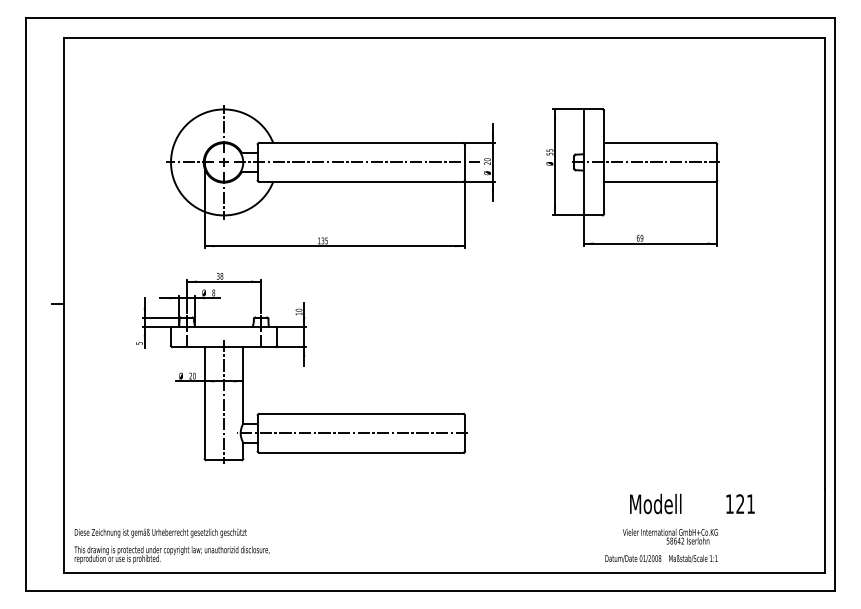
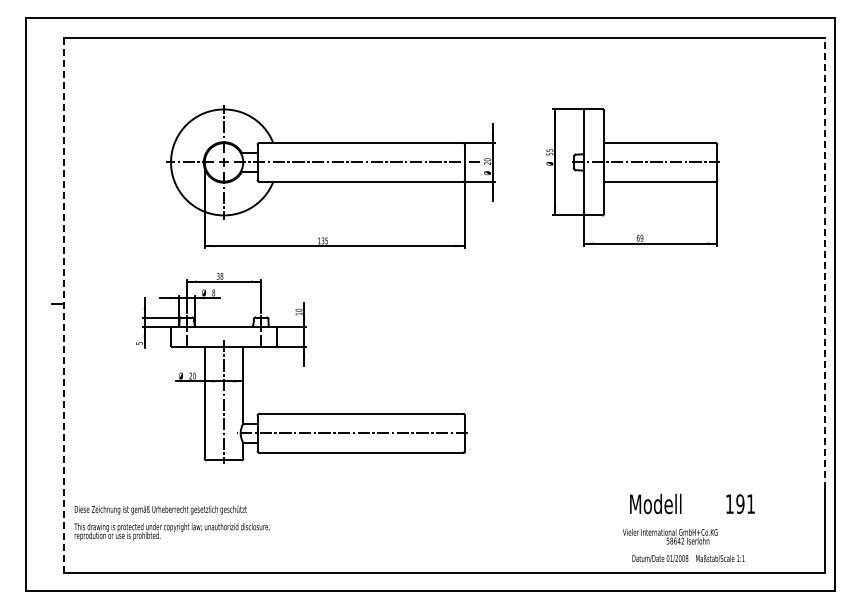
line at (824, 263): solid -> dashed
line at (64, 305): solid -> dashed
text at (740, 504): 121 -> 191
text at (171, 545) position: (171, 545) -> (171, 522)
text at (661, 558) position: (661, 558) -> (688, 558)
